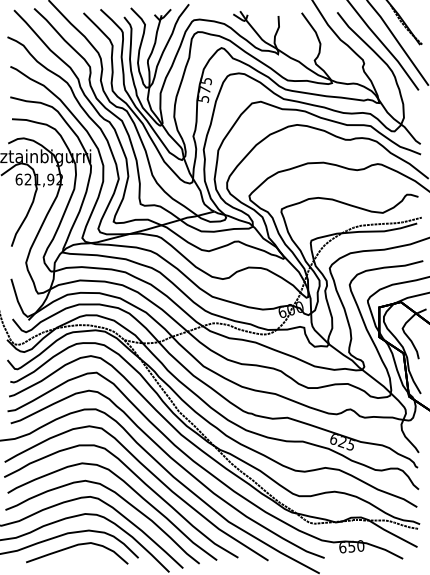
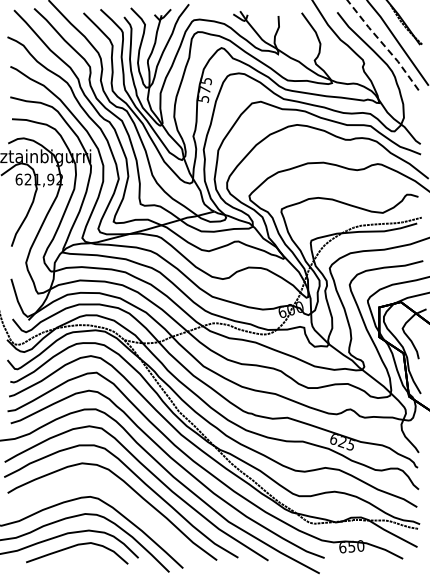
line at (383, 44): solid -> dashed
curve at (119, 497): present -> none
